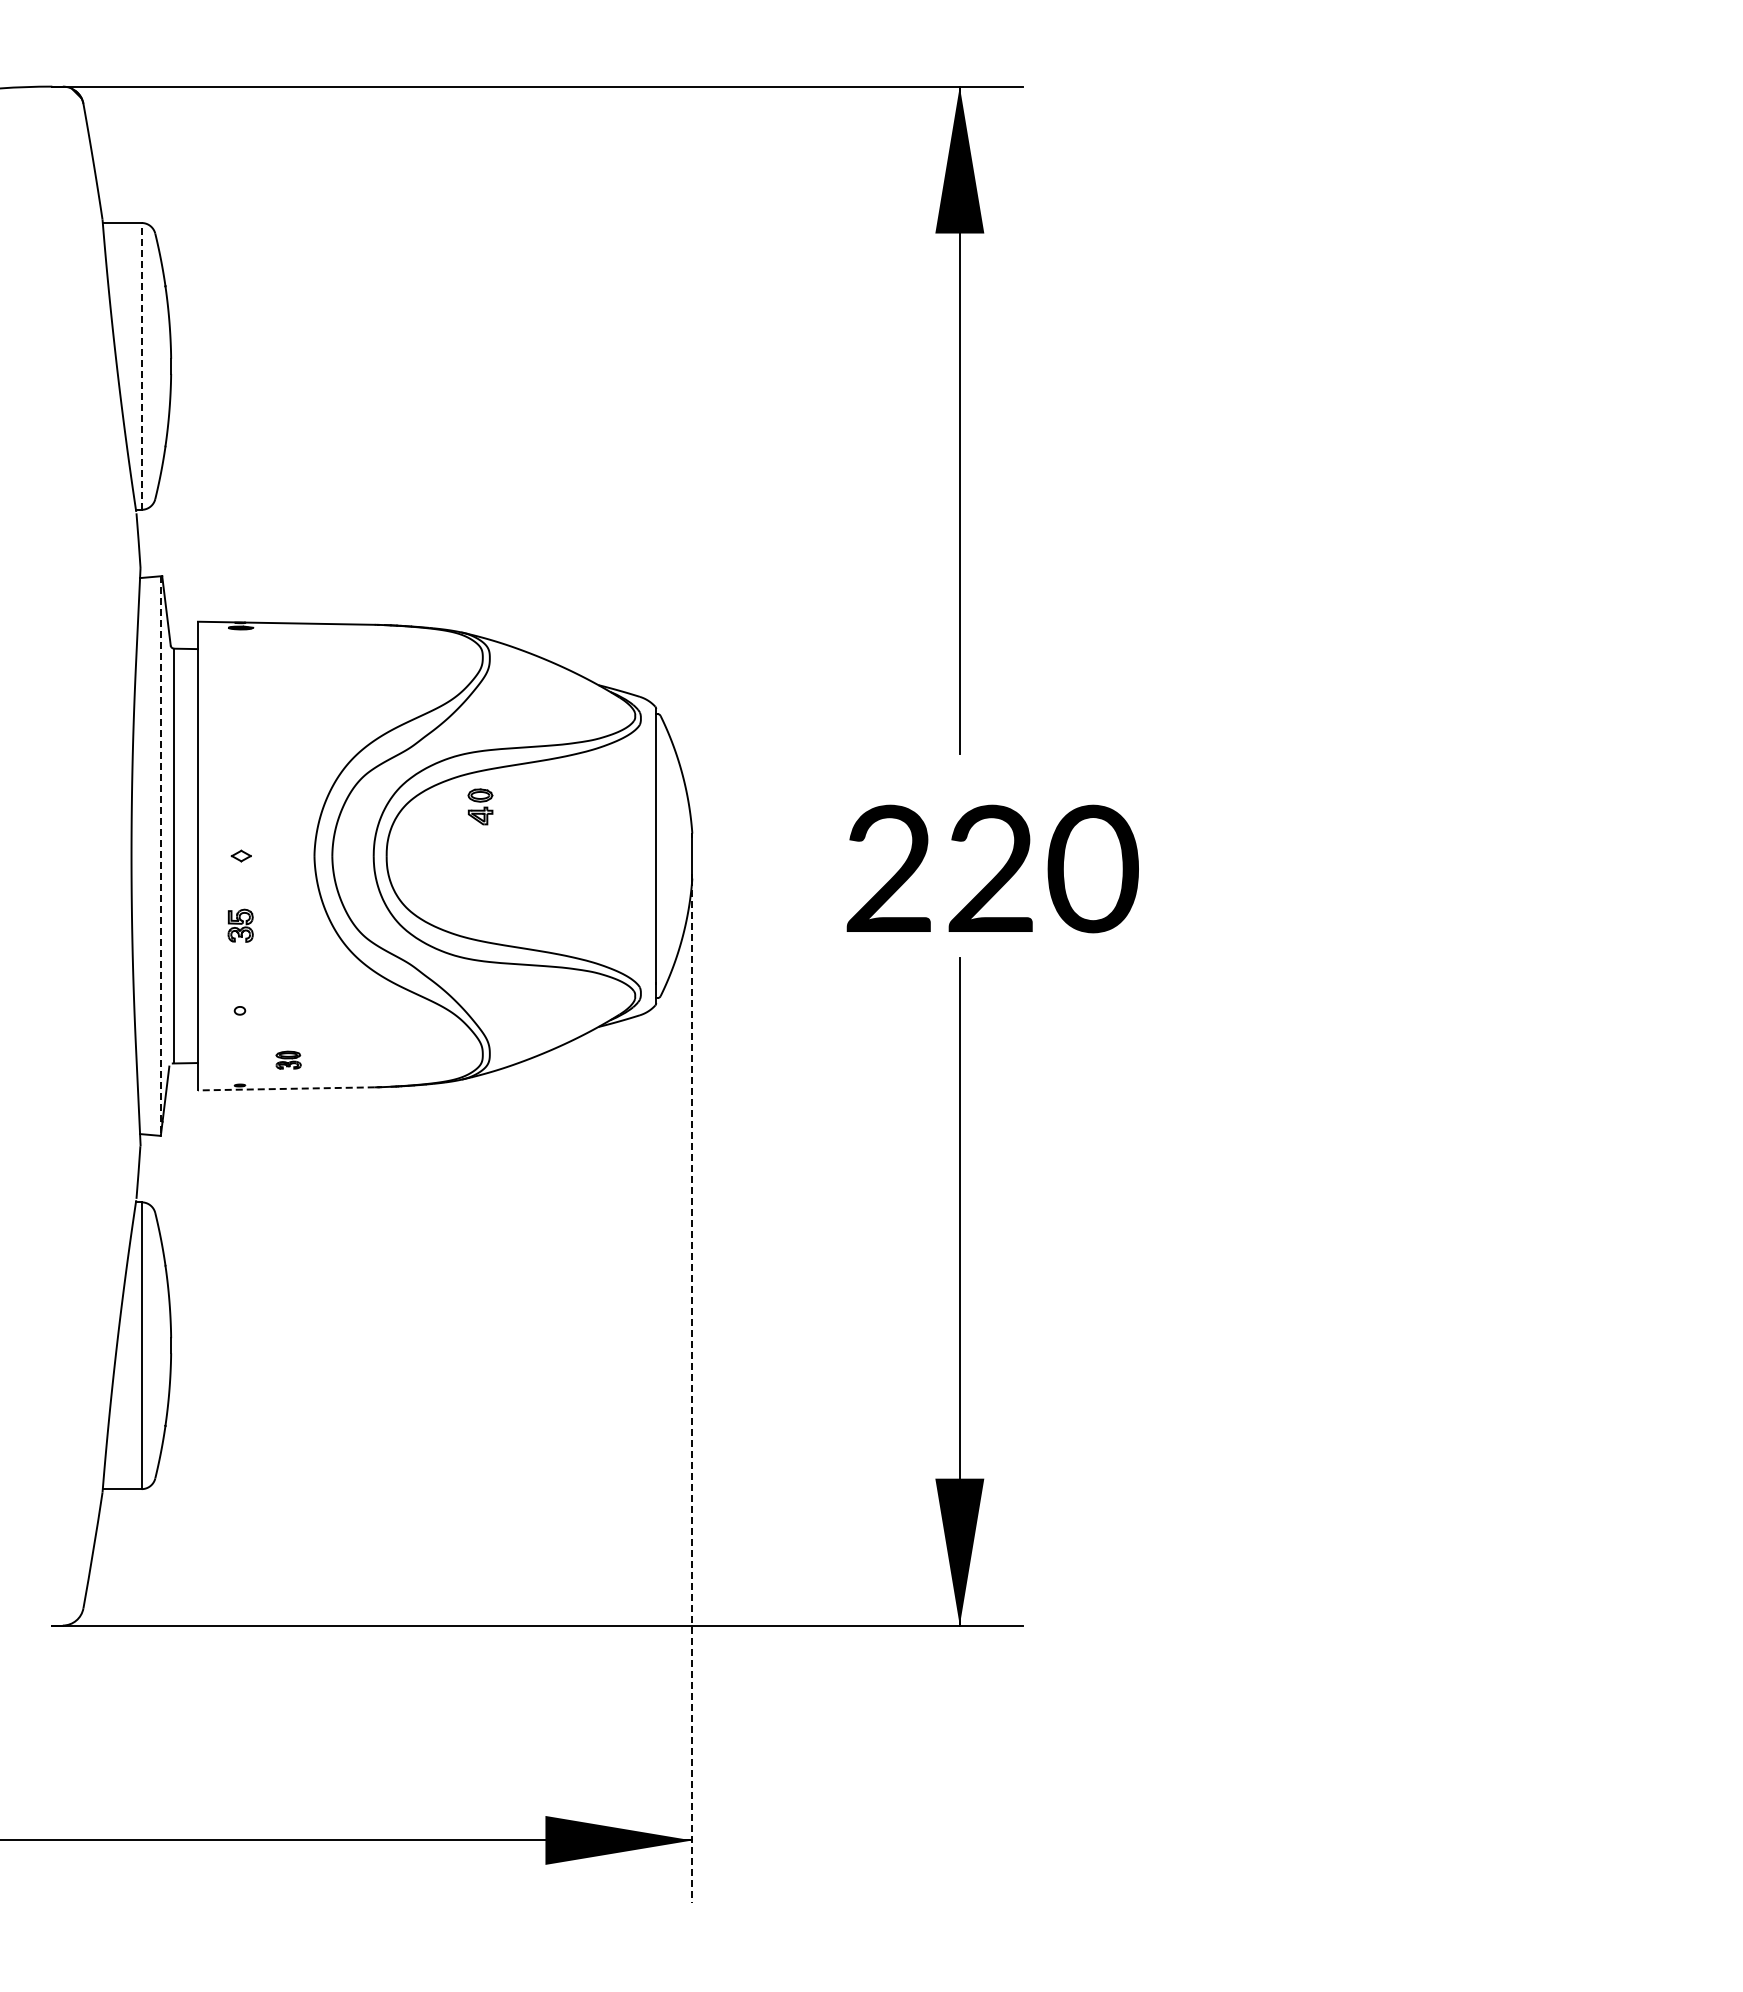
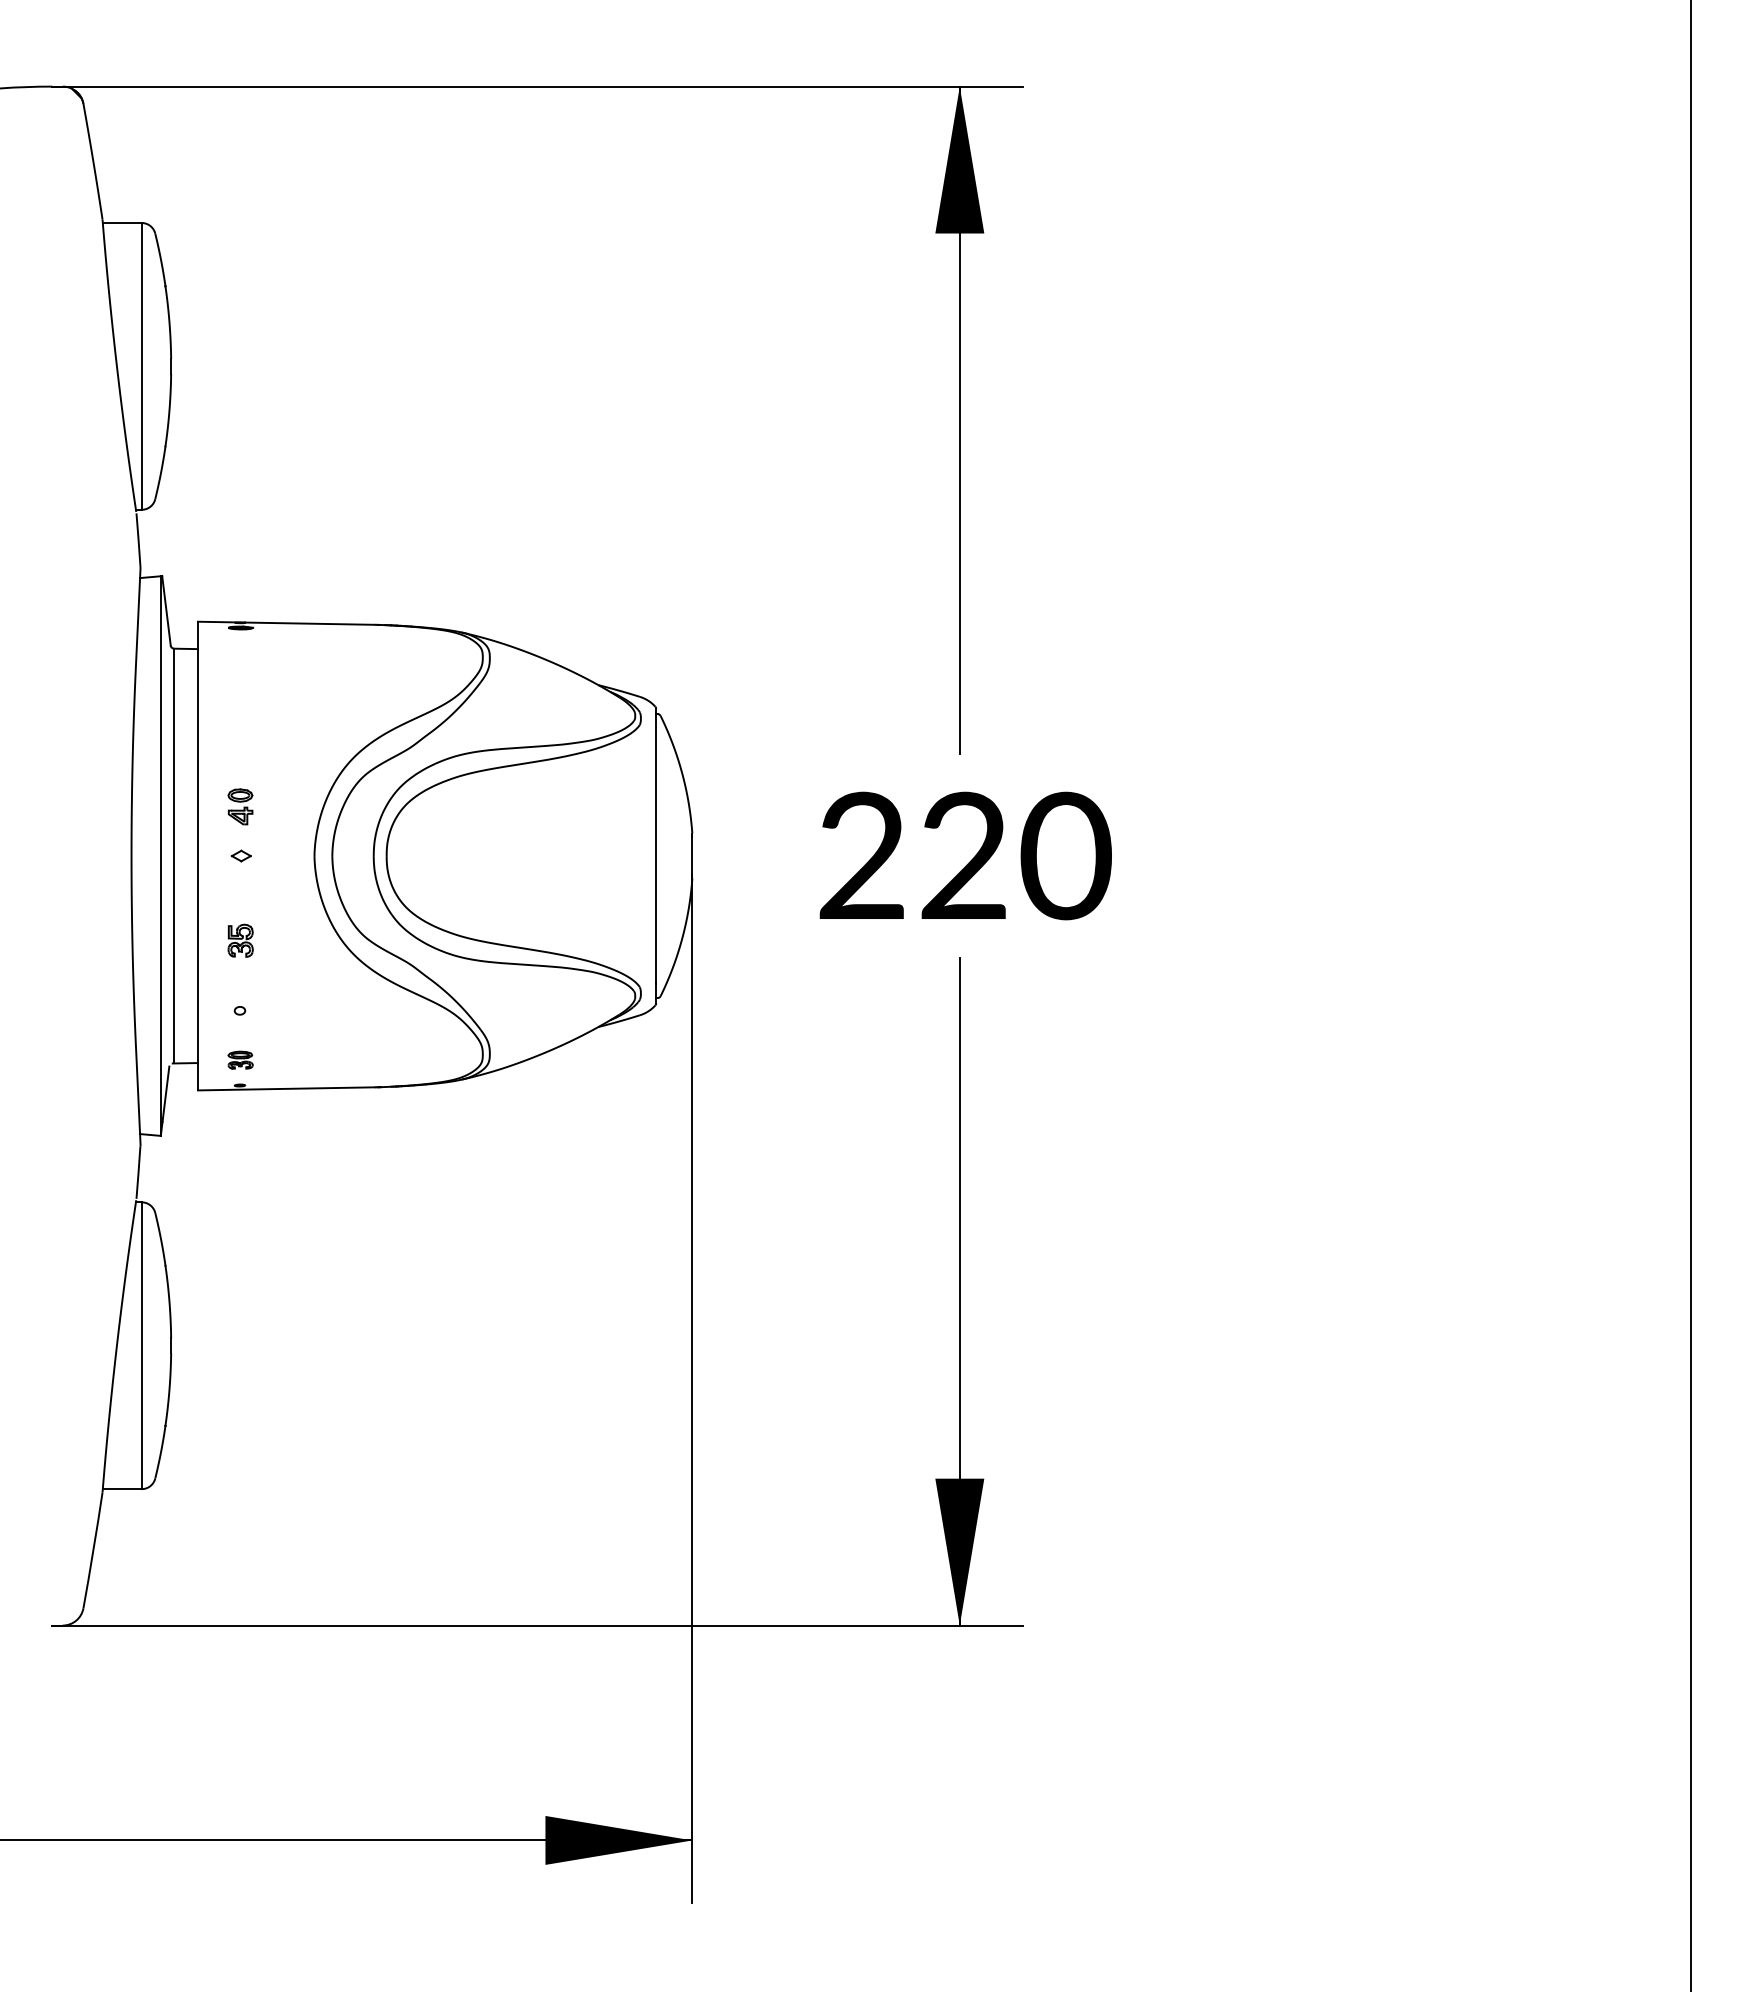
line at (141, 365): dashed -> solid
part at (480, 806) position: (480, 806) -> (240, 806)
line at (160, 856): dashed -> solid
text at (992, 868) position: (992, 868) -> (965, 855)
part at (240, 925) position: (240, 925) -> (240, 940)
line at (1690, 995): none -> present
part at (288, 1059) position: (288, 1059) -> (240, 1059)
line at (285, 1088): dashed -> solid
line at (692, 1391): dashed -> solid
